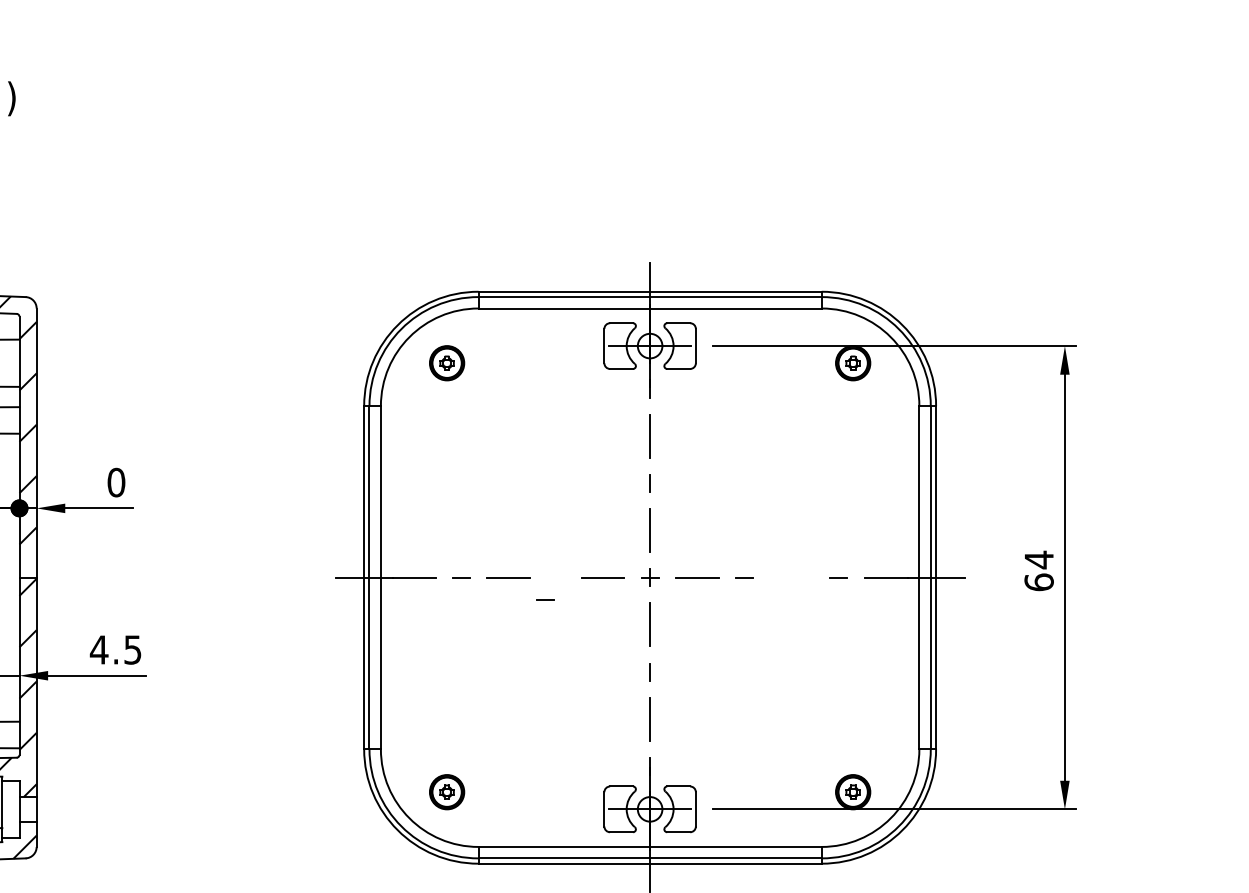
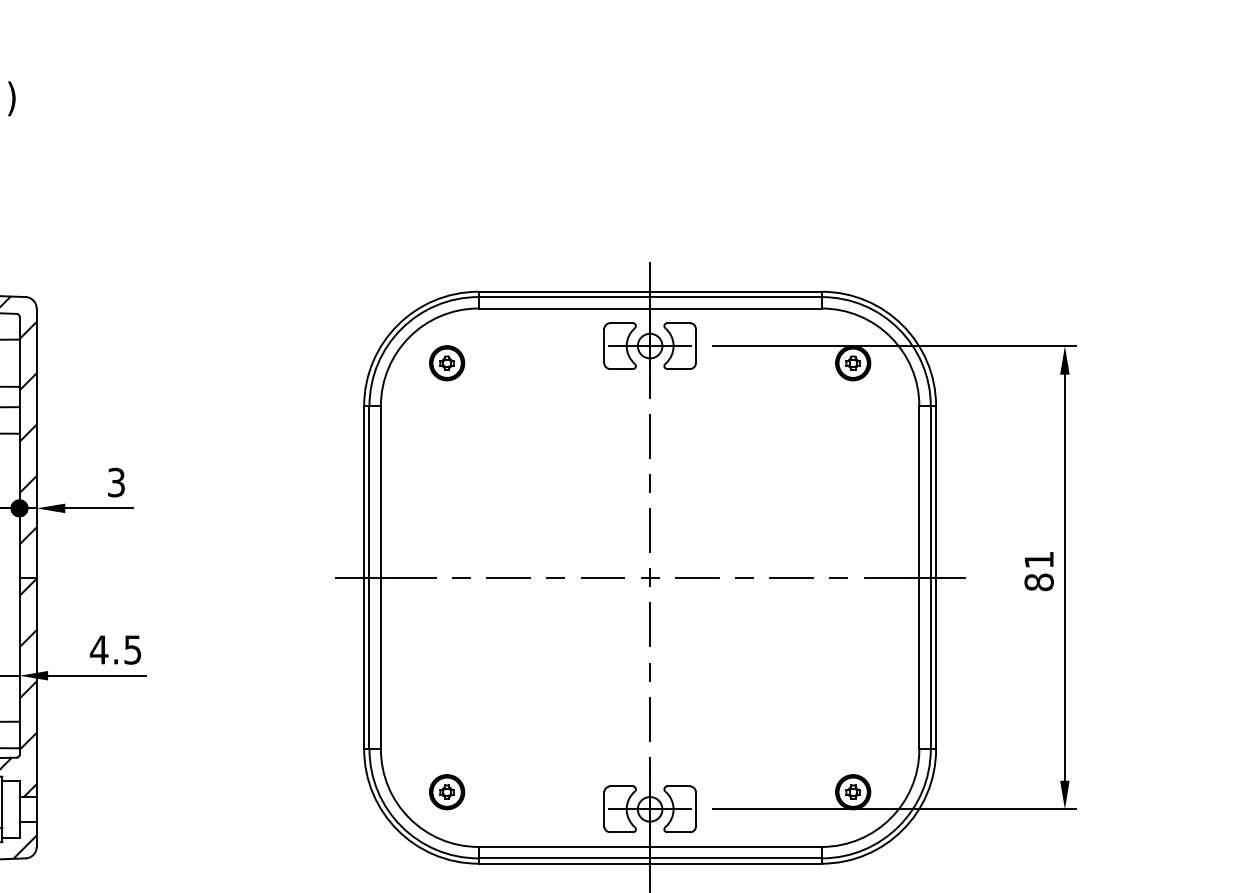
text at (116, 482): 0 -> 3
text at (1038, 570): 64 -> 81
line at (791, 577): none -> present
line at (545, 599) position: (545, 599) -> (555, 577)
